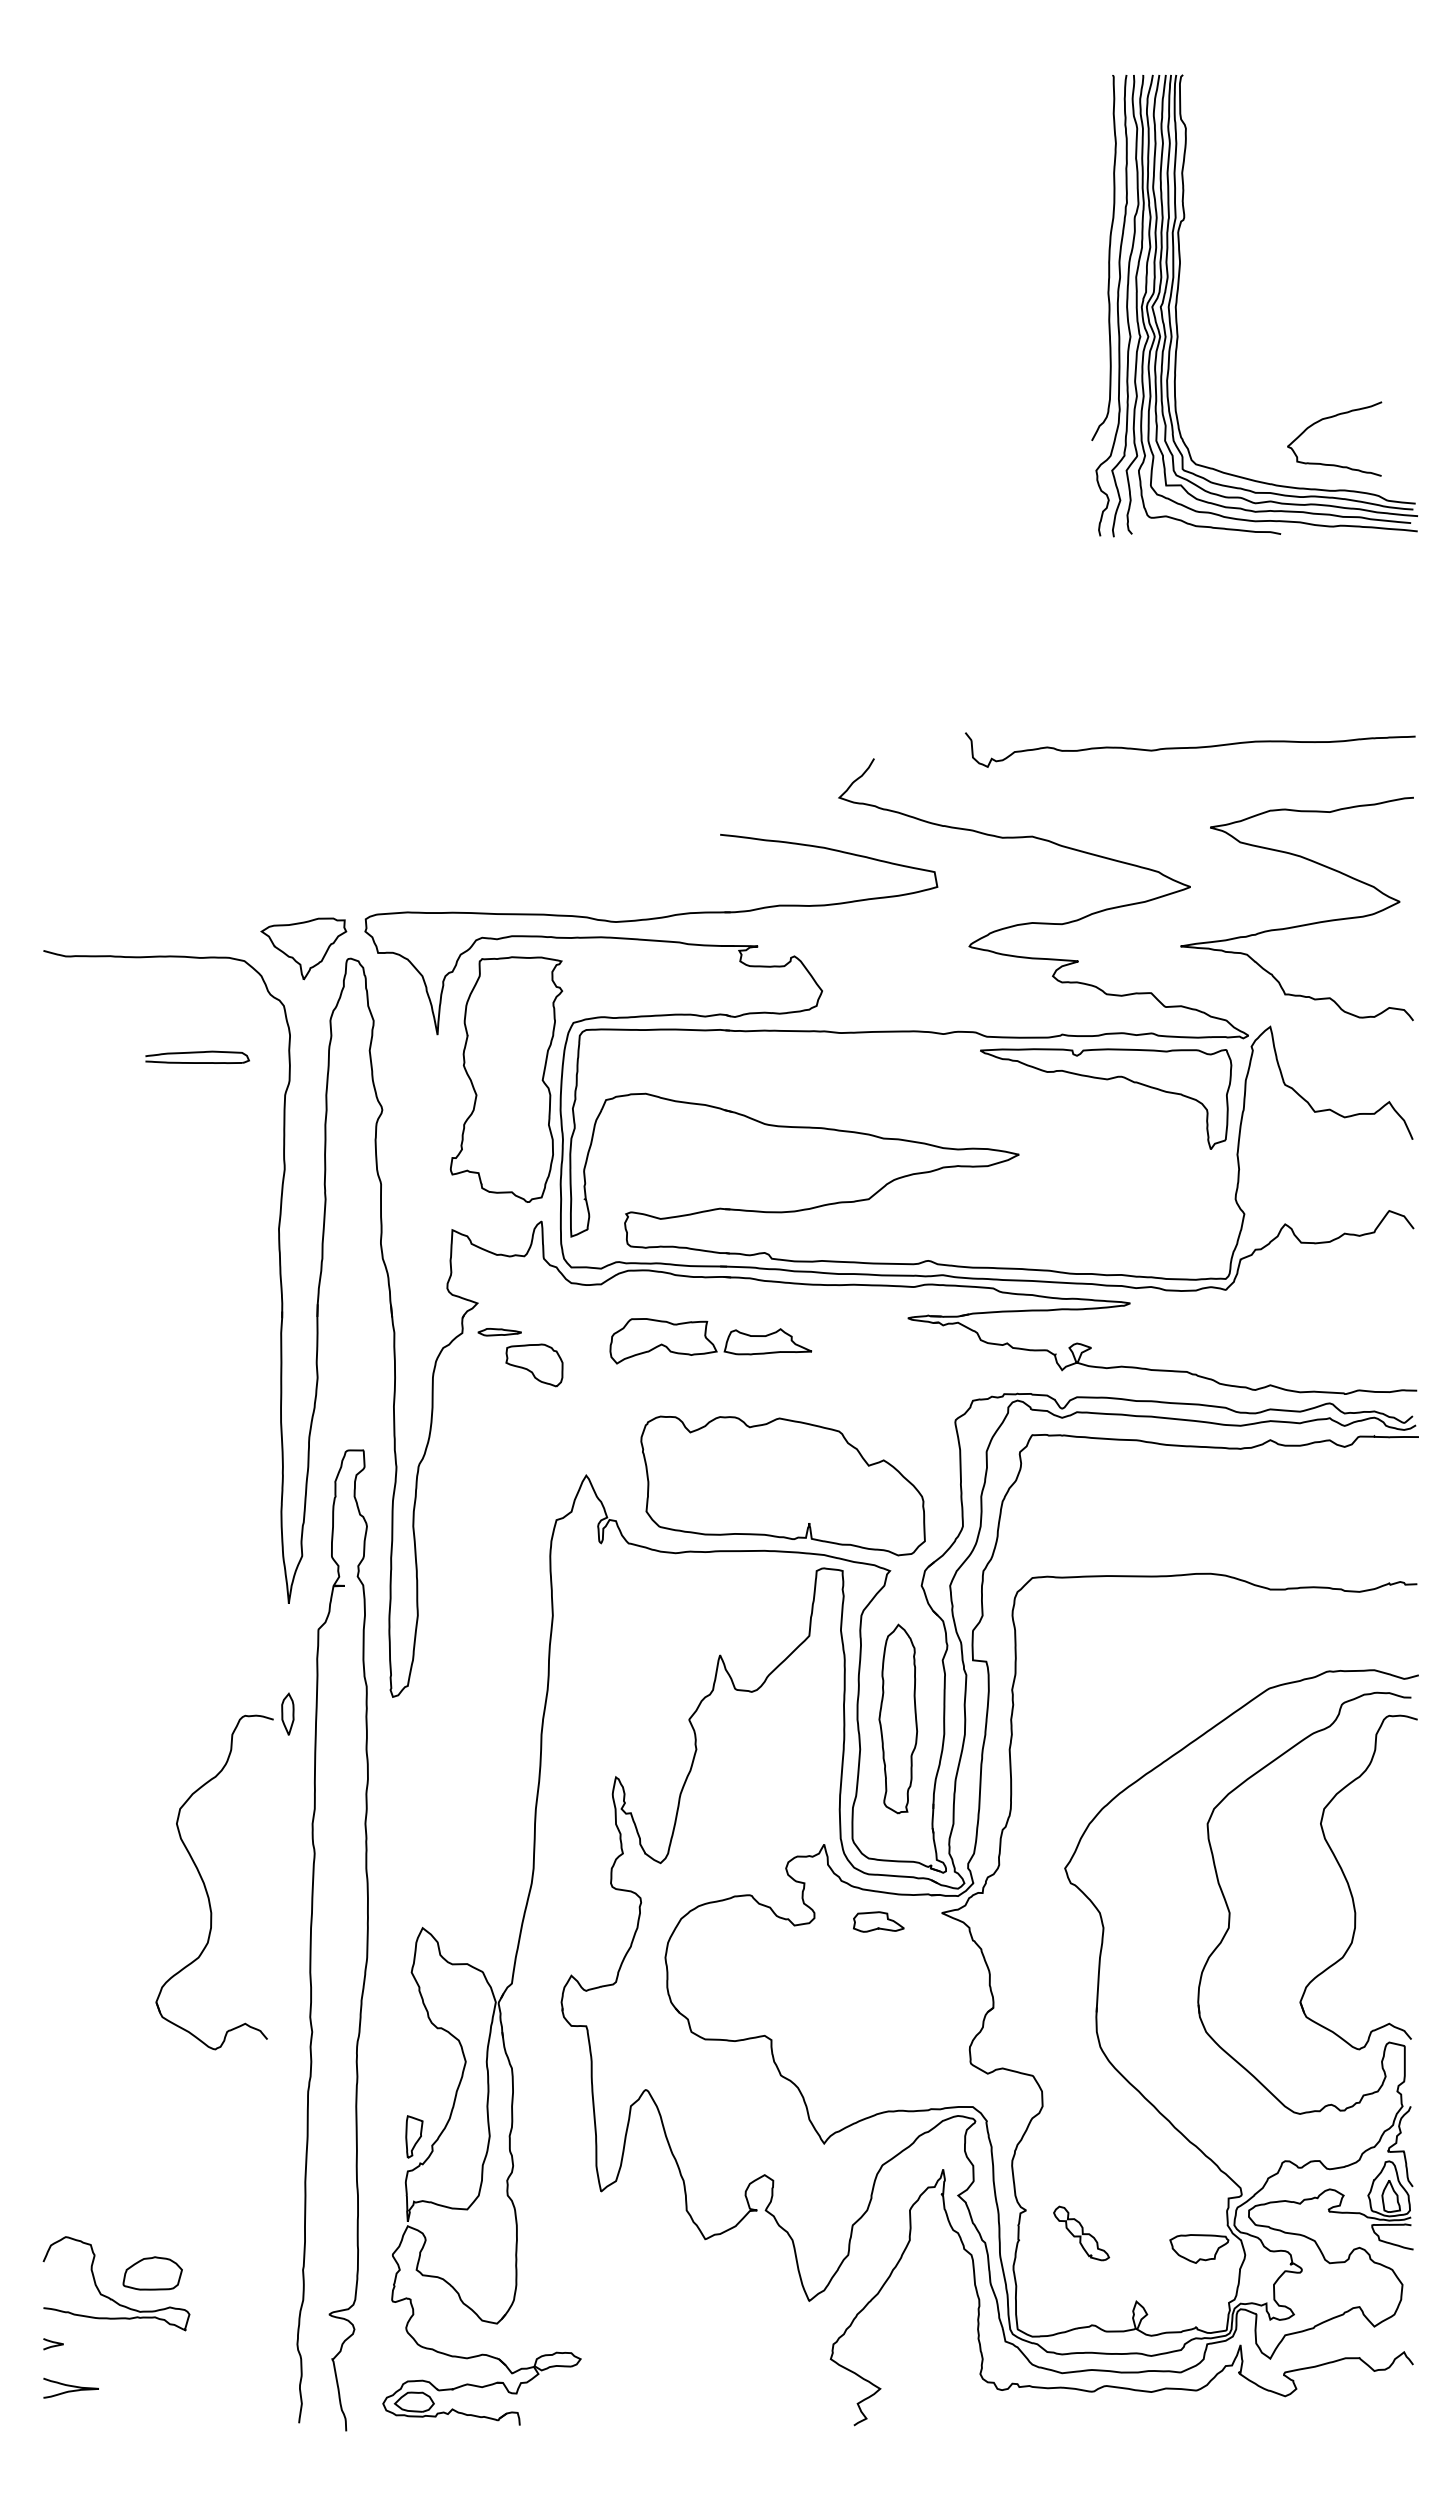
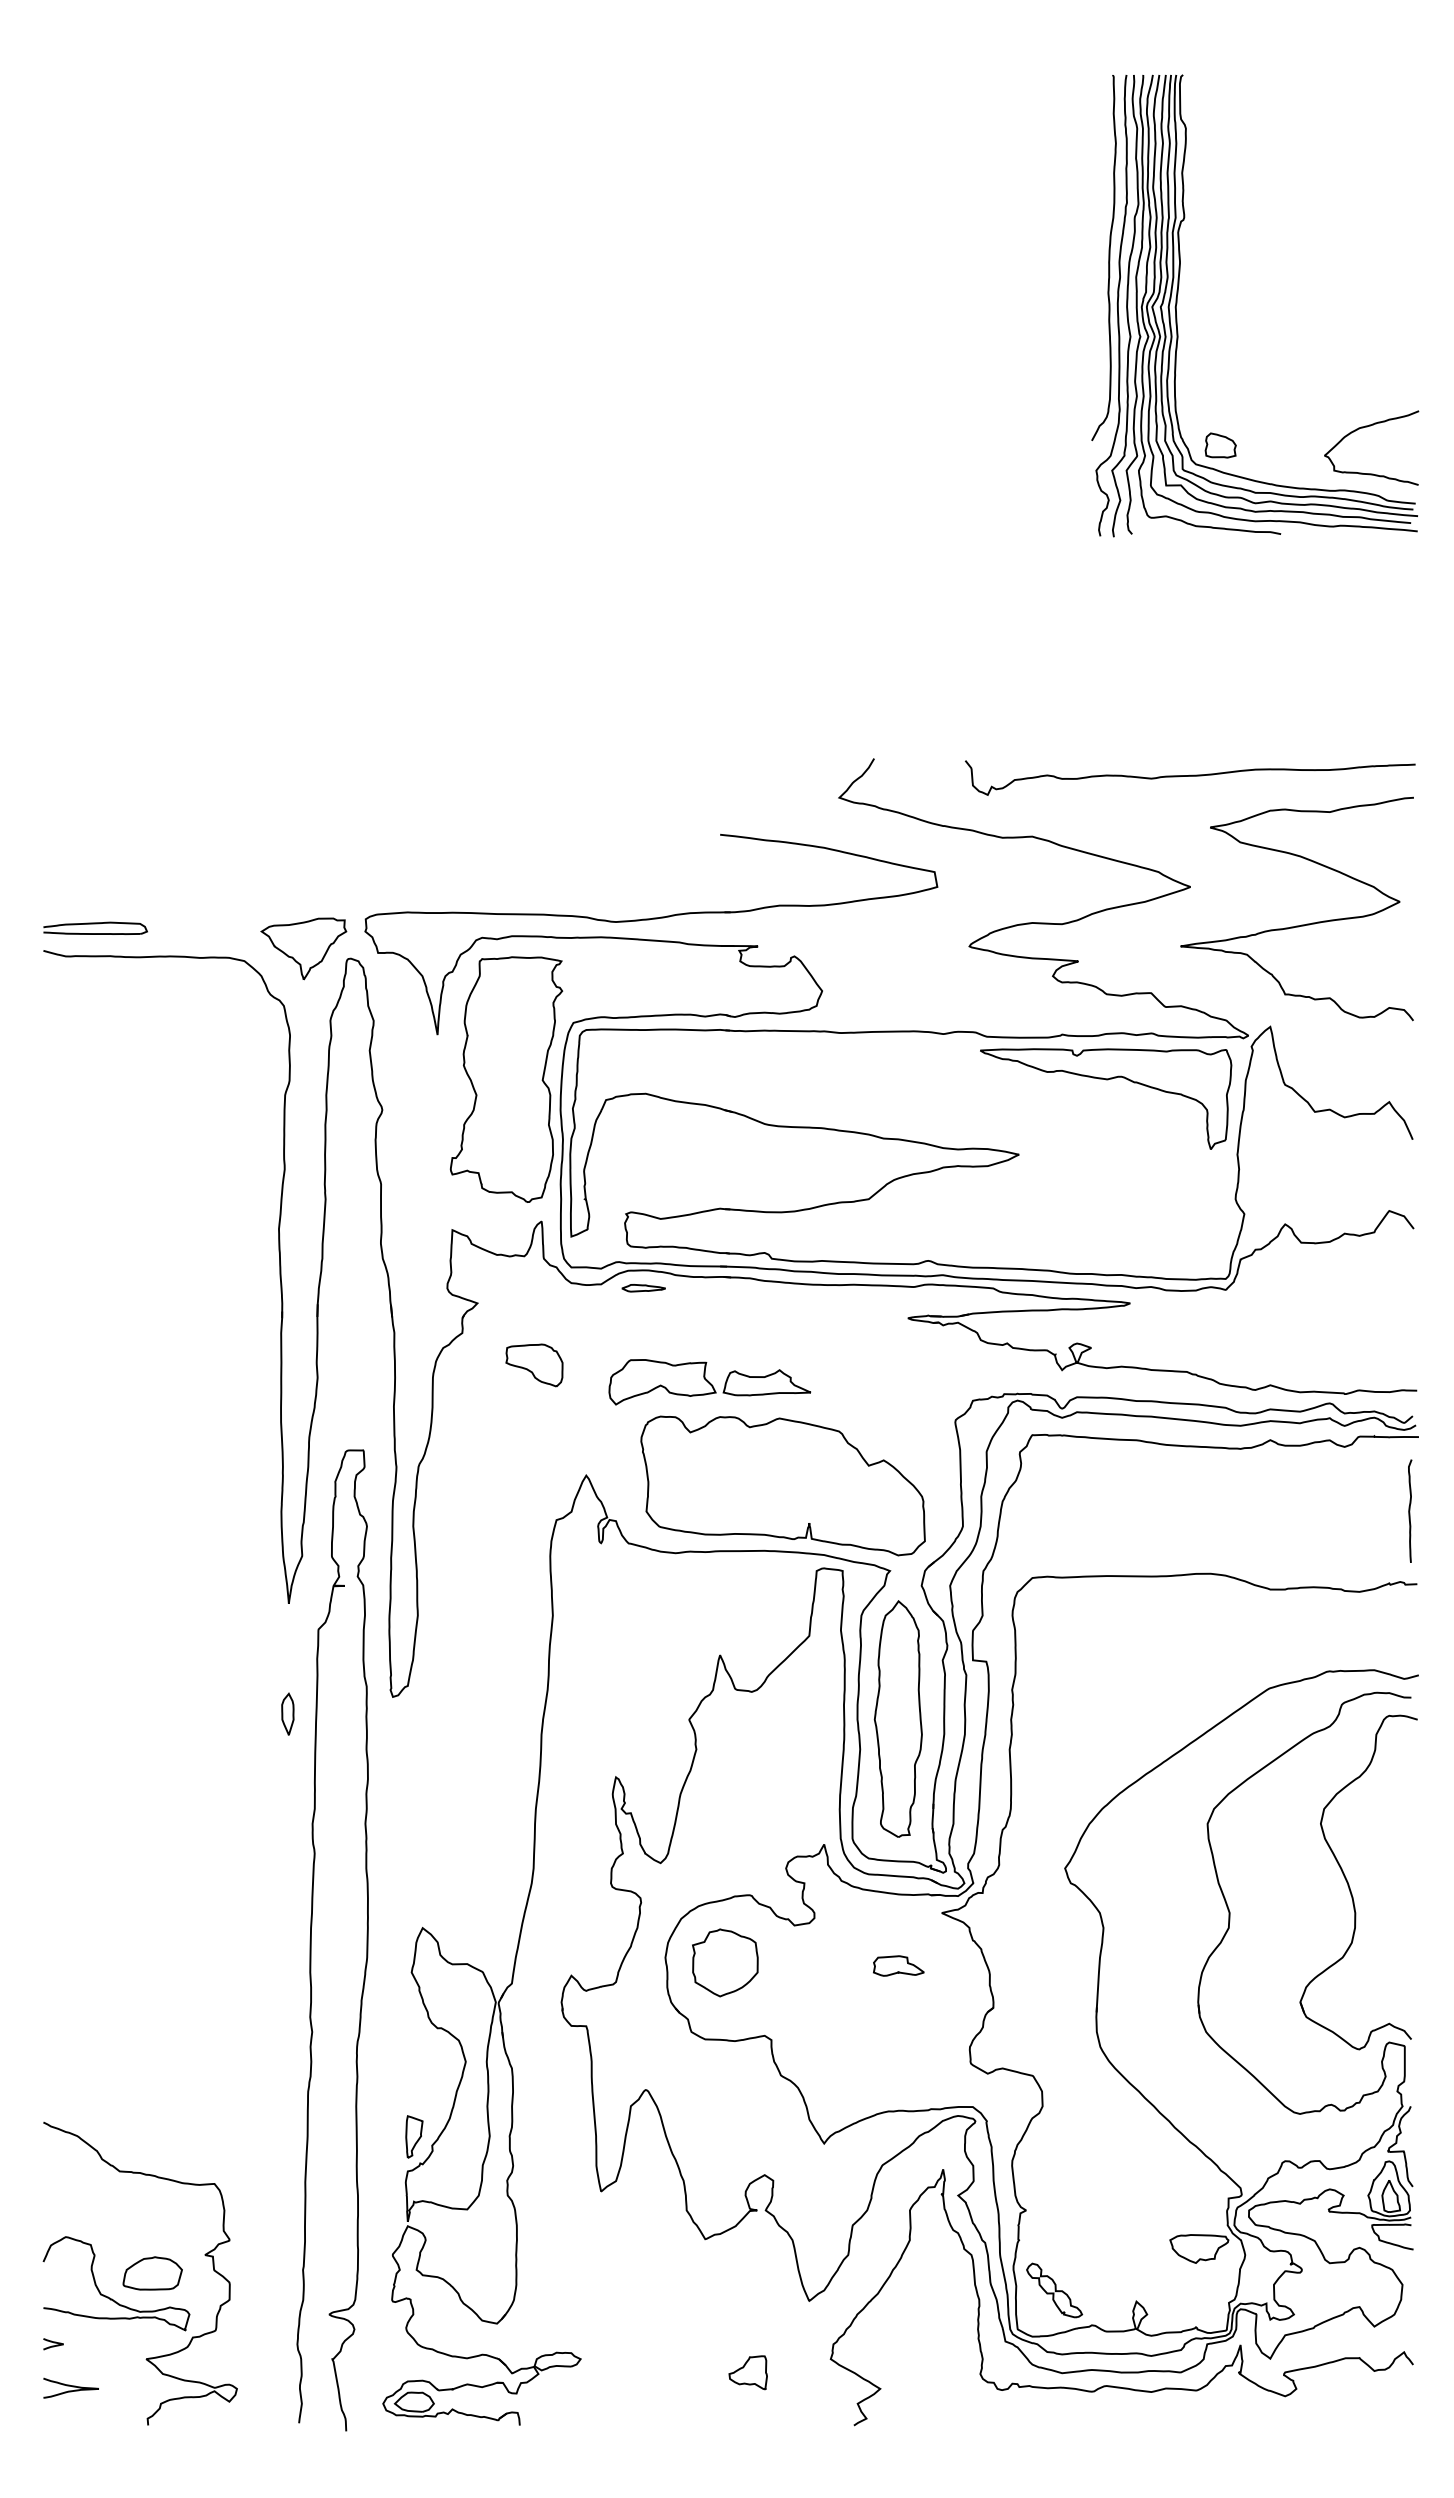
curve at (1330, 418) position: (1330, 418) -> (1367, 427)
part at (1220, 445): none -> present
curve at (1190, 748) position: (1190, 748) -> (1190, 776)
part at (197, 1056) position: (197, 1056) -> (95, 927)
part at (499, 1332) position: (499, 1332) -> (643, 1288)
part at (710, 1341) position: (710, 1341) -> (709, 1382)
curve at (1410, 1510): none -> present
part at (898, 1718) size: 41x192 px -> 50x238 px
part at (205, 1884): present -> none
part at (878, 1921) position: (878, 1921) -> (898, 1965)
part at (725, 1962): none -> present
part at (1081, 2233) position: (1081, 2233) -> (1054, 2290)
curve at (204, 2255): none -> present
part at (747, 2372): none -> present
